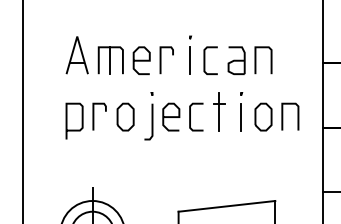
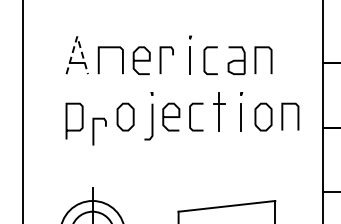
line at (77, 36): solid -> dashed
line at (110, 60): present -> none
line at (94, 116) position: (94, 116) -> (94, 131)
